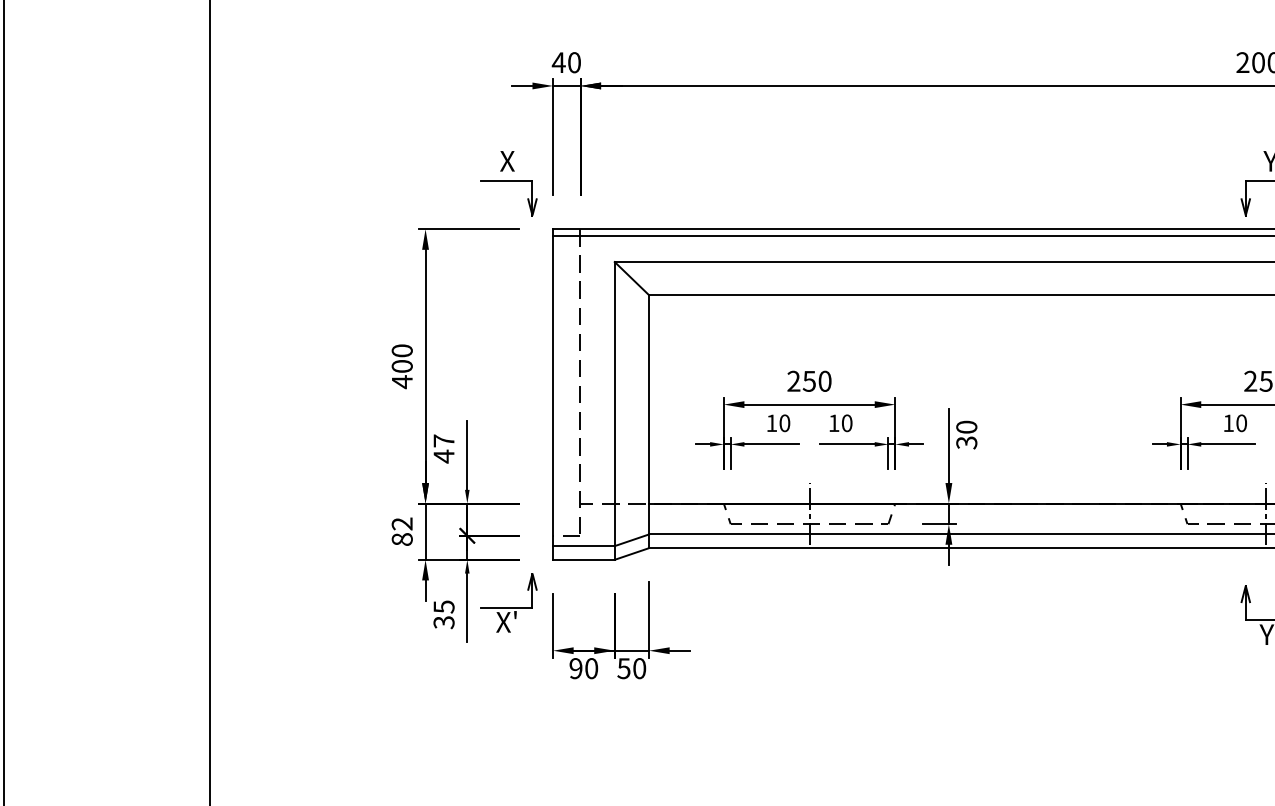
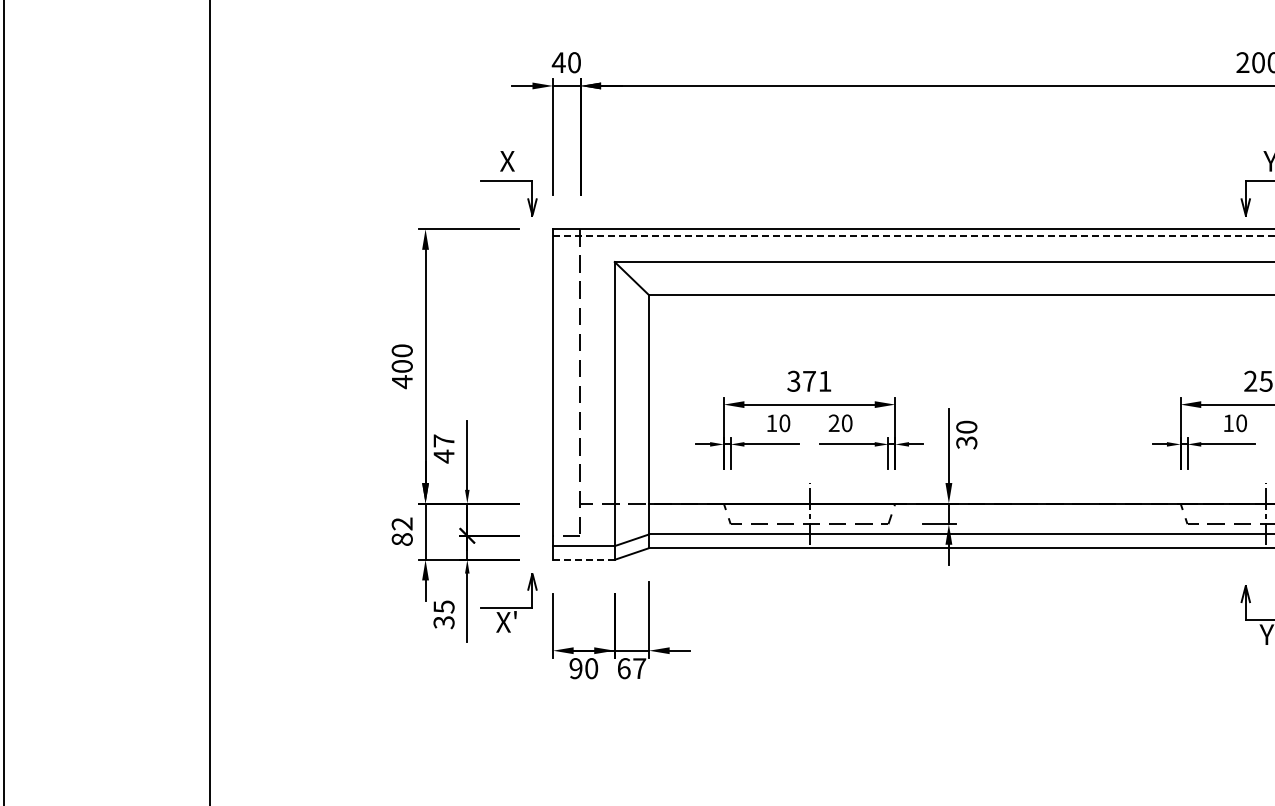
line at (913, 236): solid -> dashed
text at (809, 380): 250 -> 371
text at (833, 422): 10 -> 20
line at (583, 559): solid -> dashed
text at (631, 668): 50 -> 67
